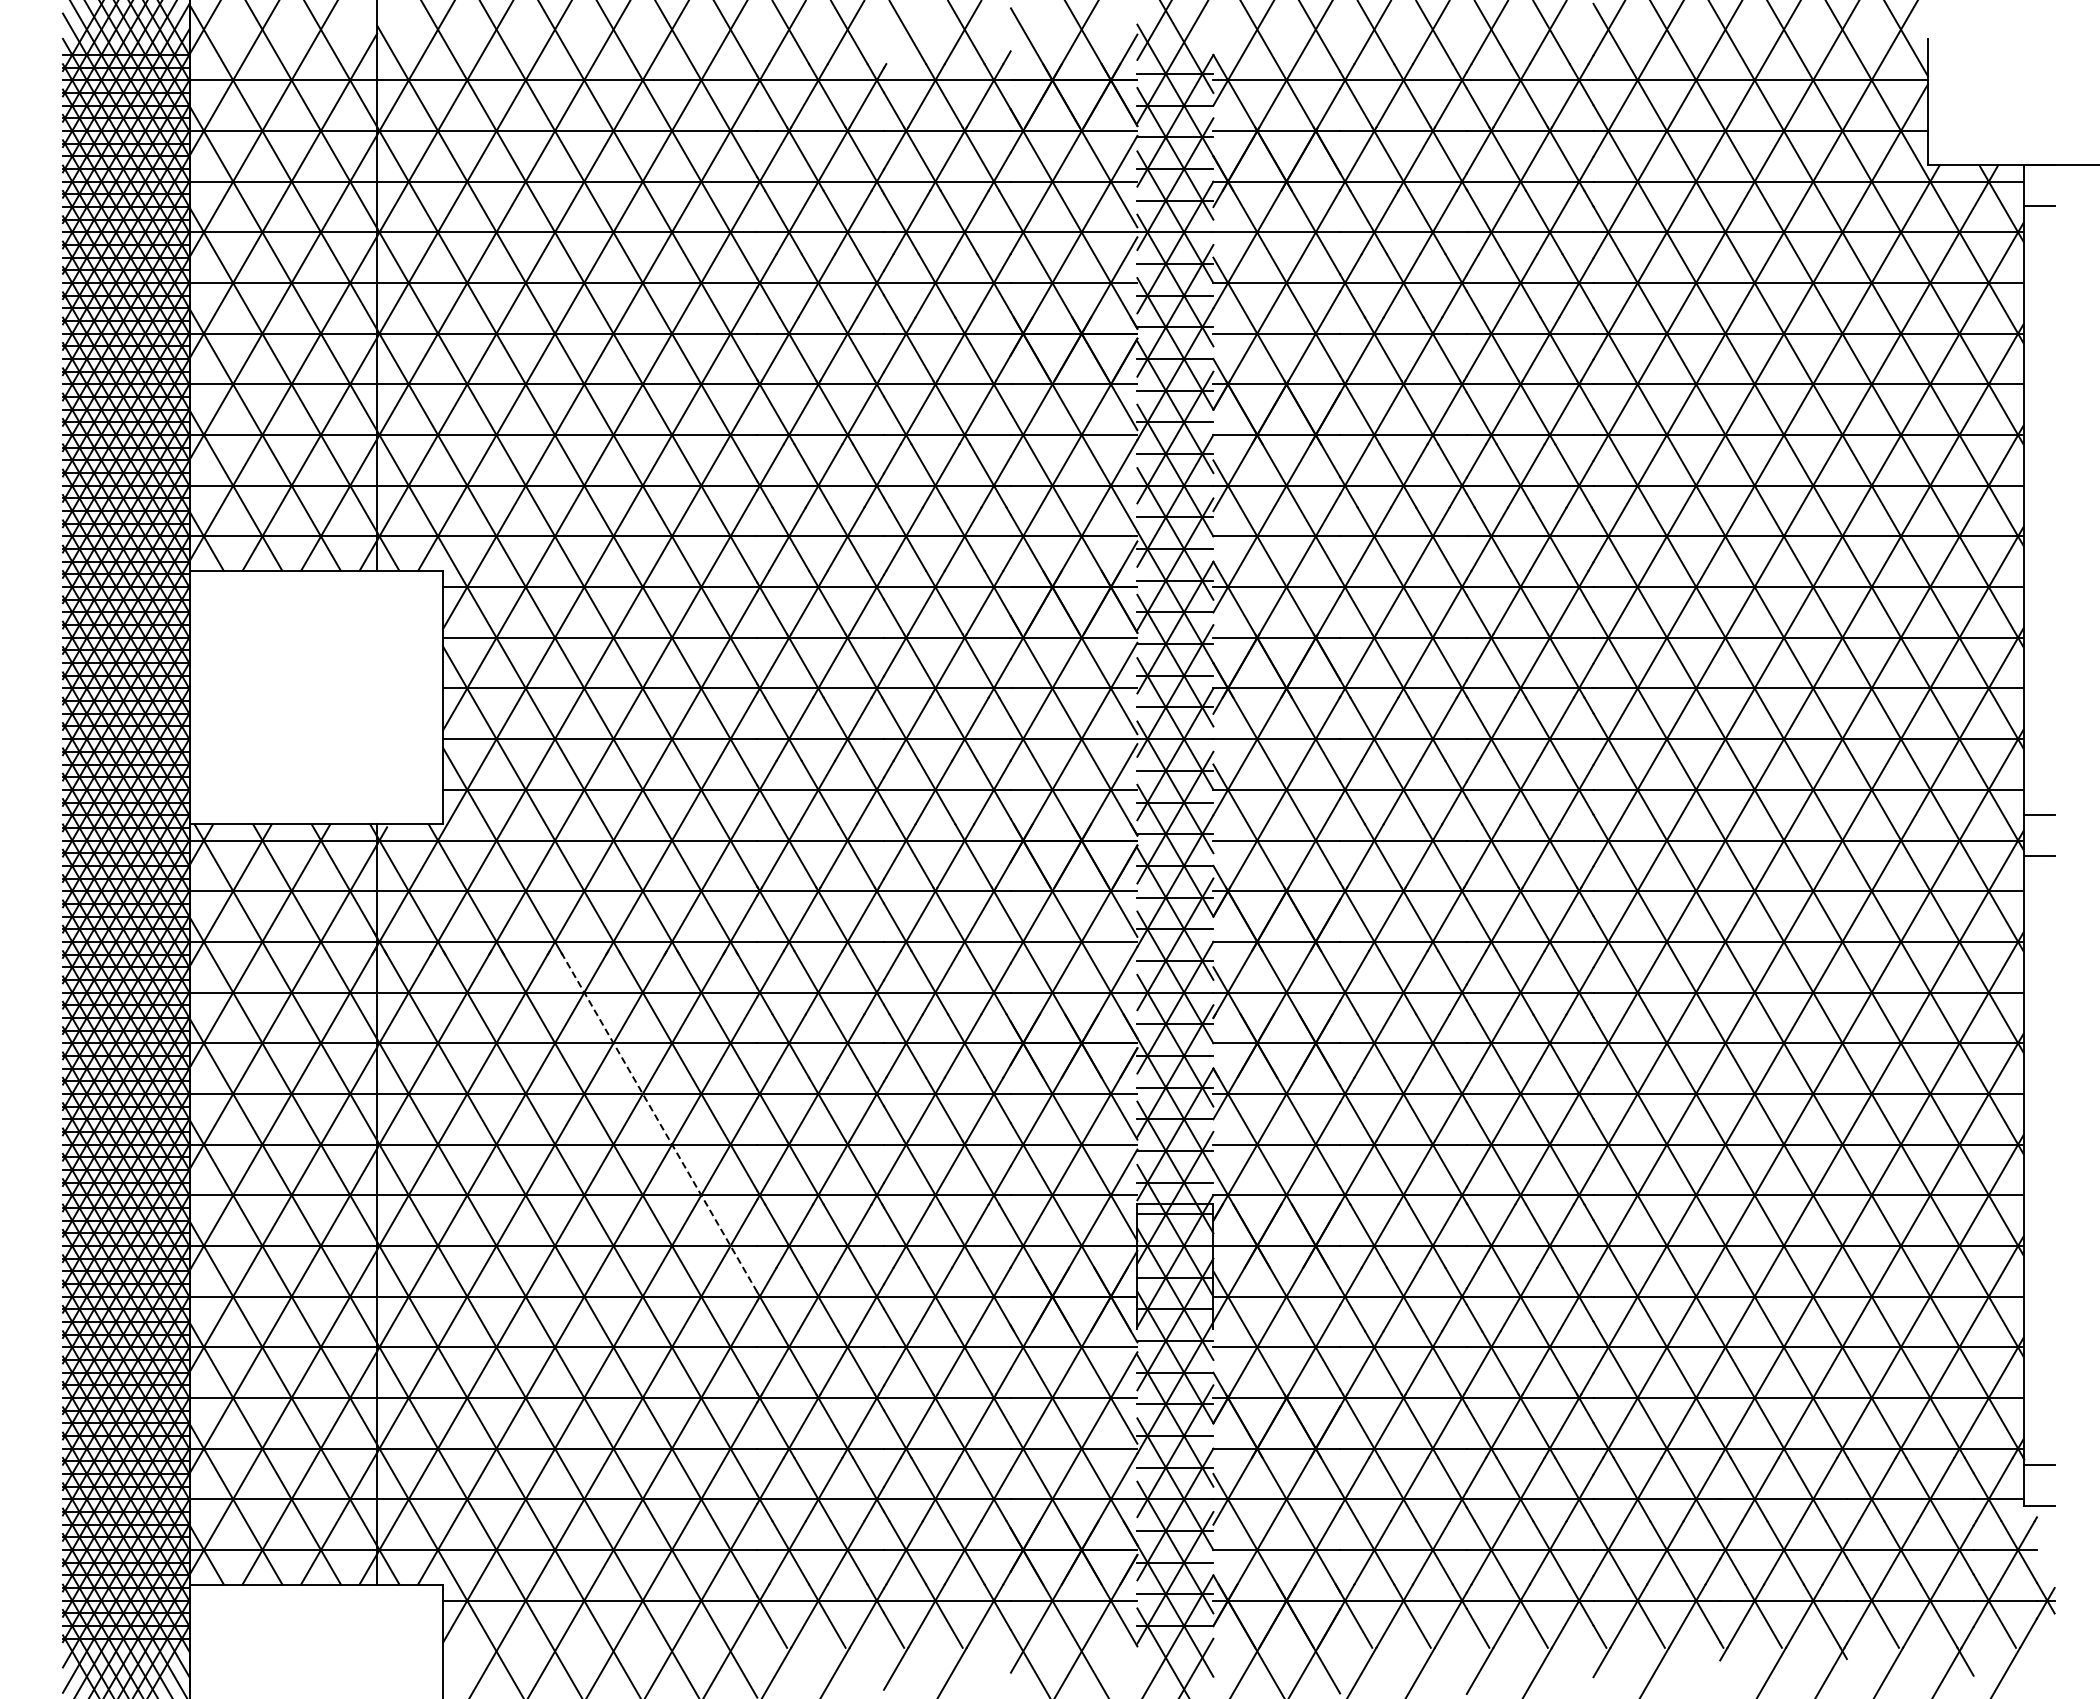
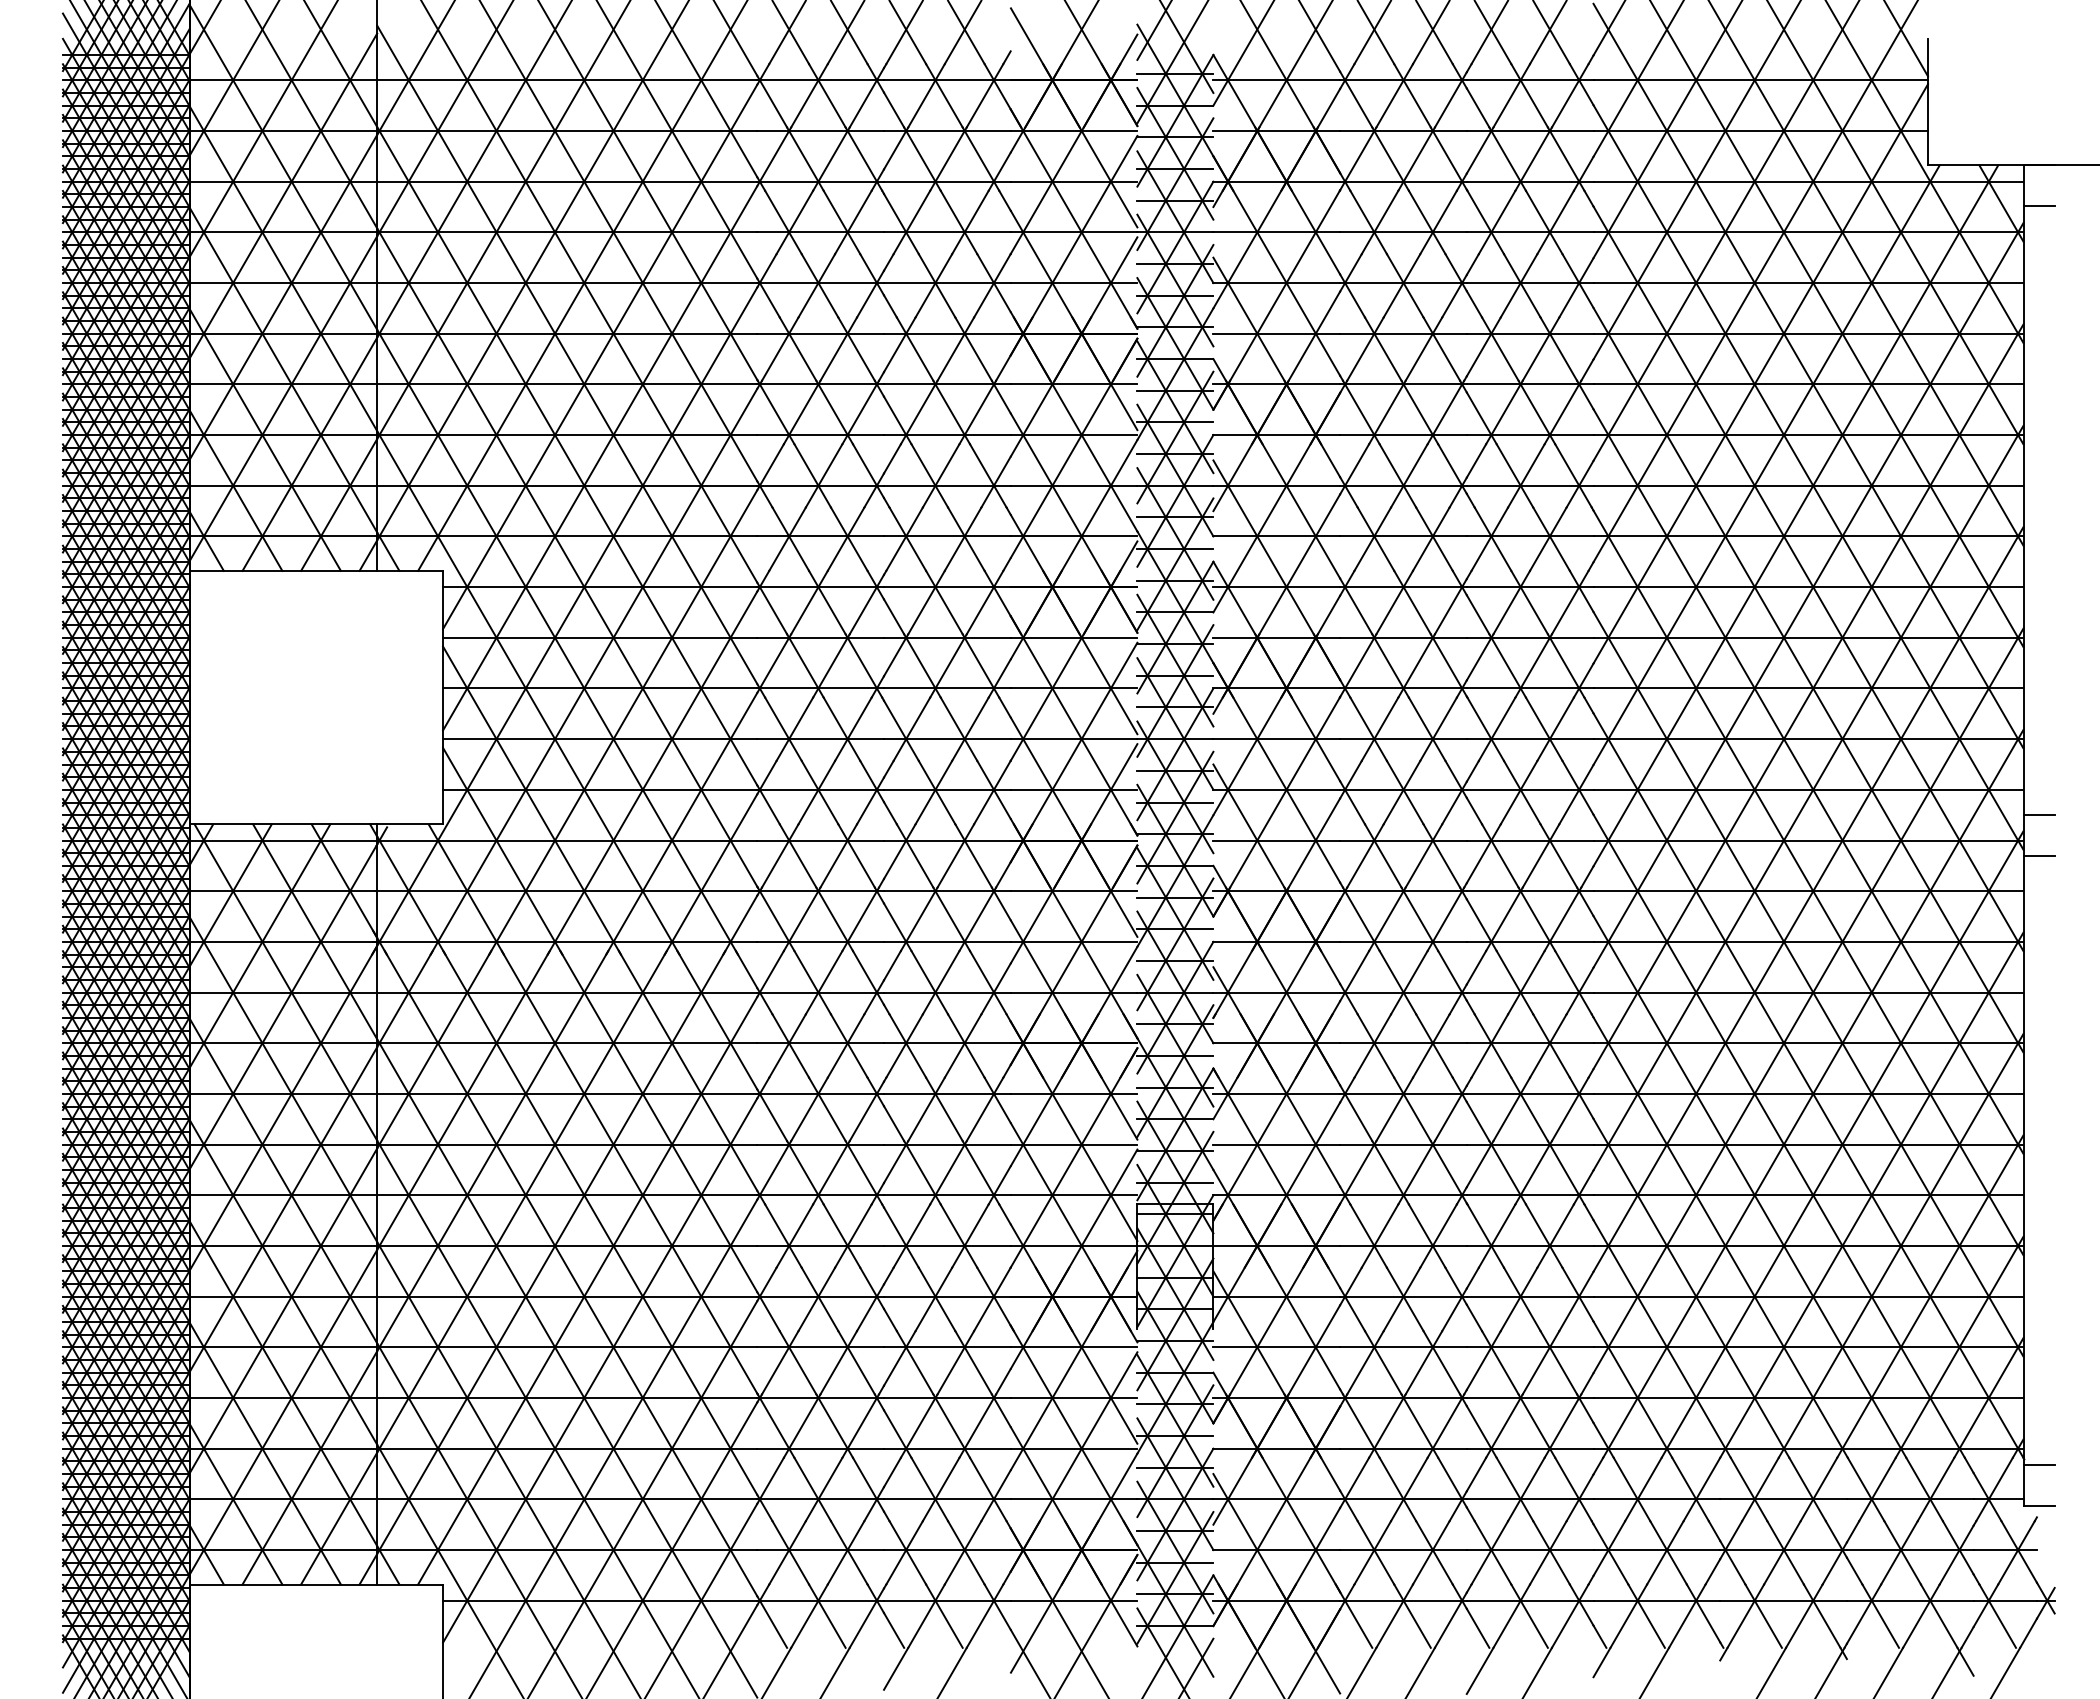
line at (903, 33): none -> present
line at (658, 1121): dashed -> solid
